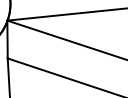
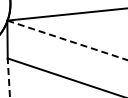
line at (68, 40): solid -> dashed
line at (8, 77): solid -> dashed
